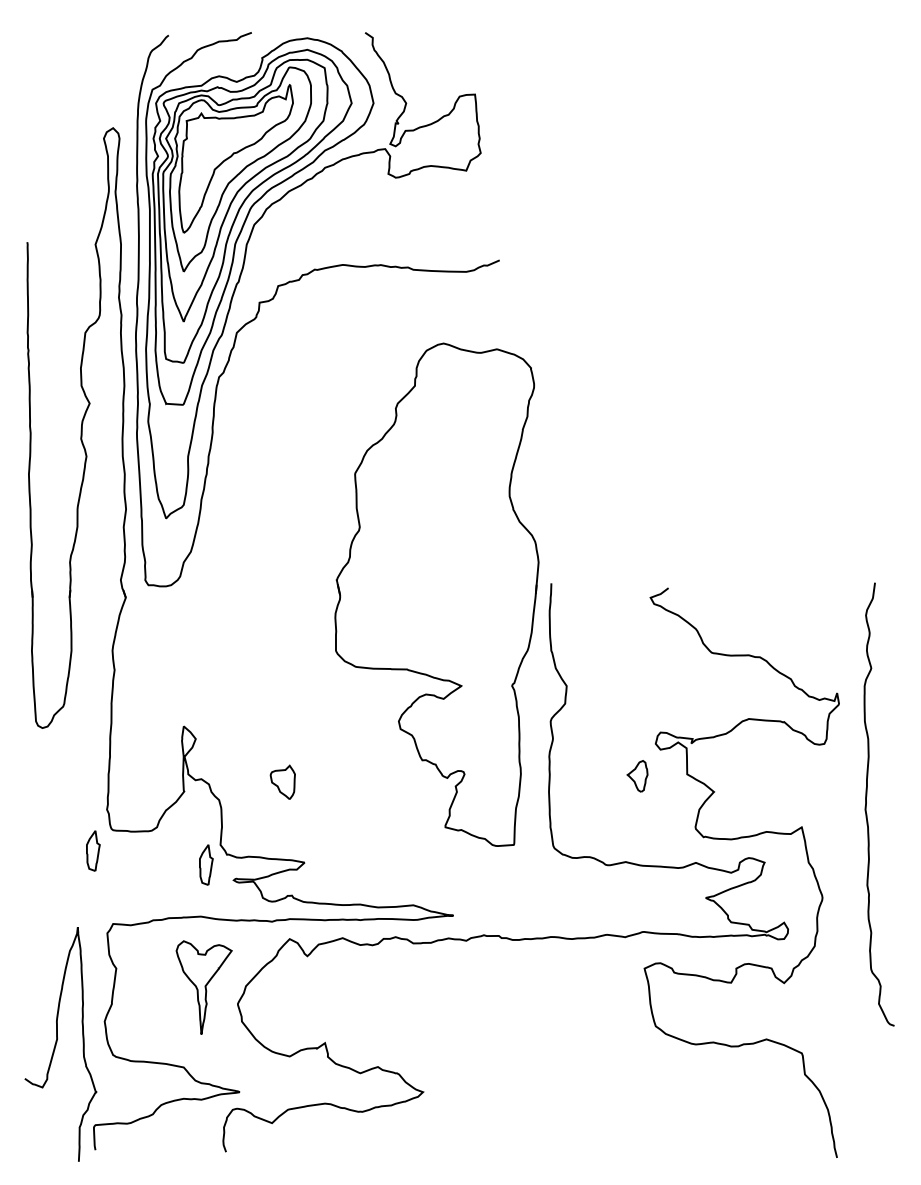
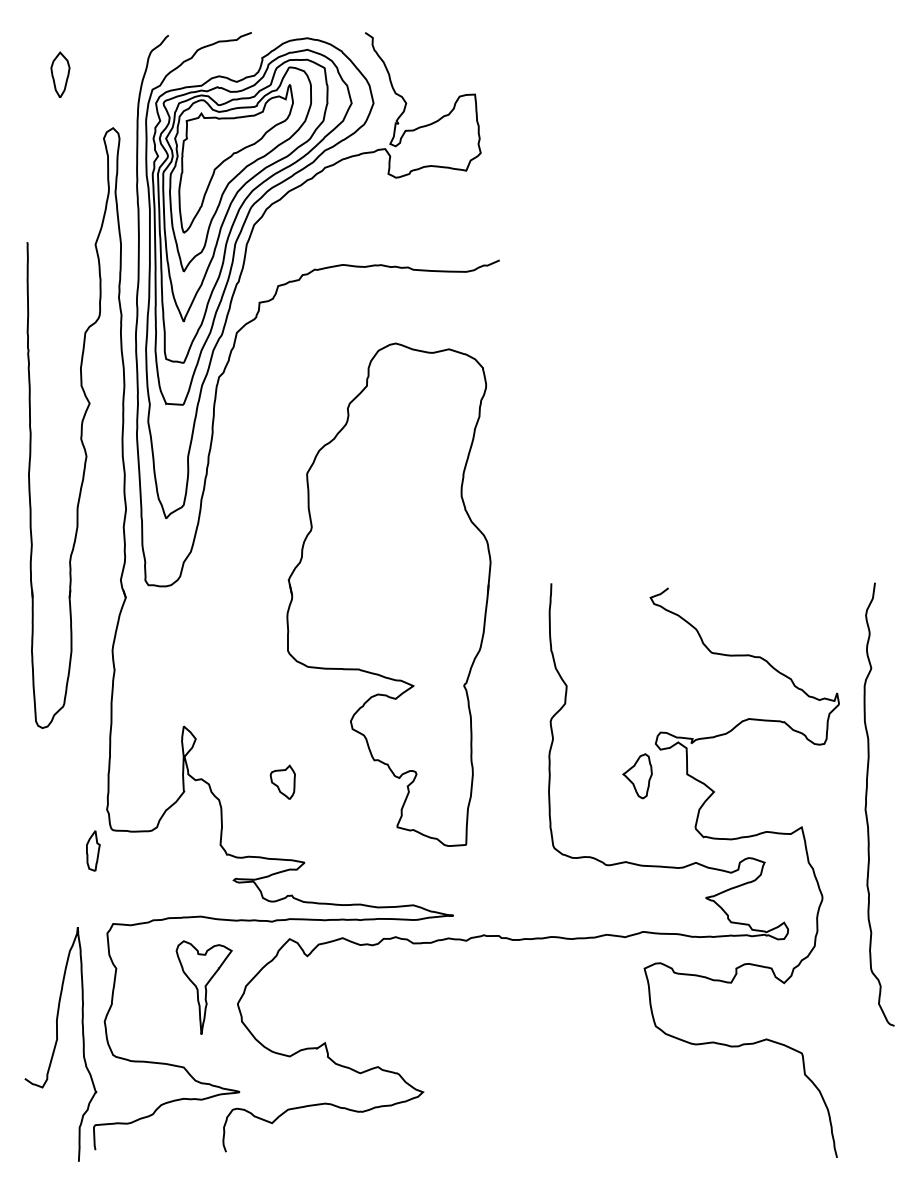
part at (60, 74): none -> present
part at (436, 594) position: (436, 594) -> (388, 594)
part at (637, 776) size: 23x33 px -> 31x47 px
part at (206, 864): present -> none
